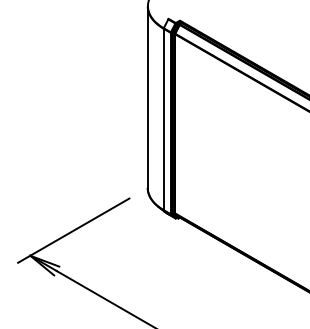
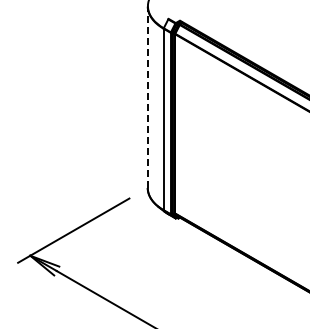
line at (147, 97): solid -> dashed
